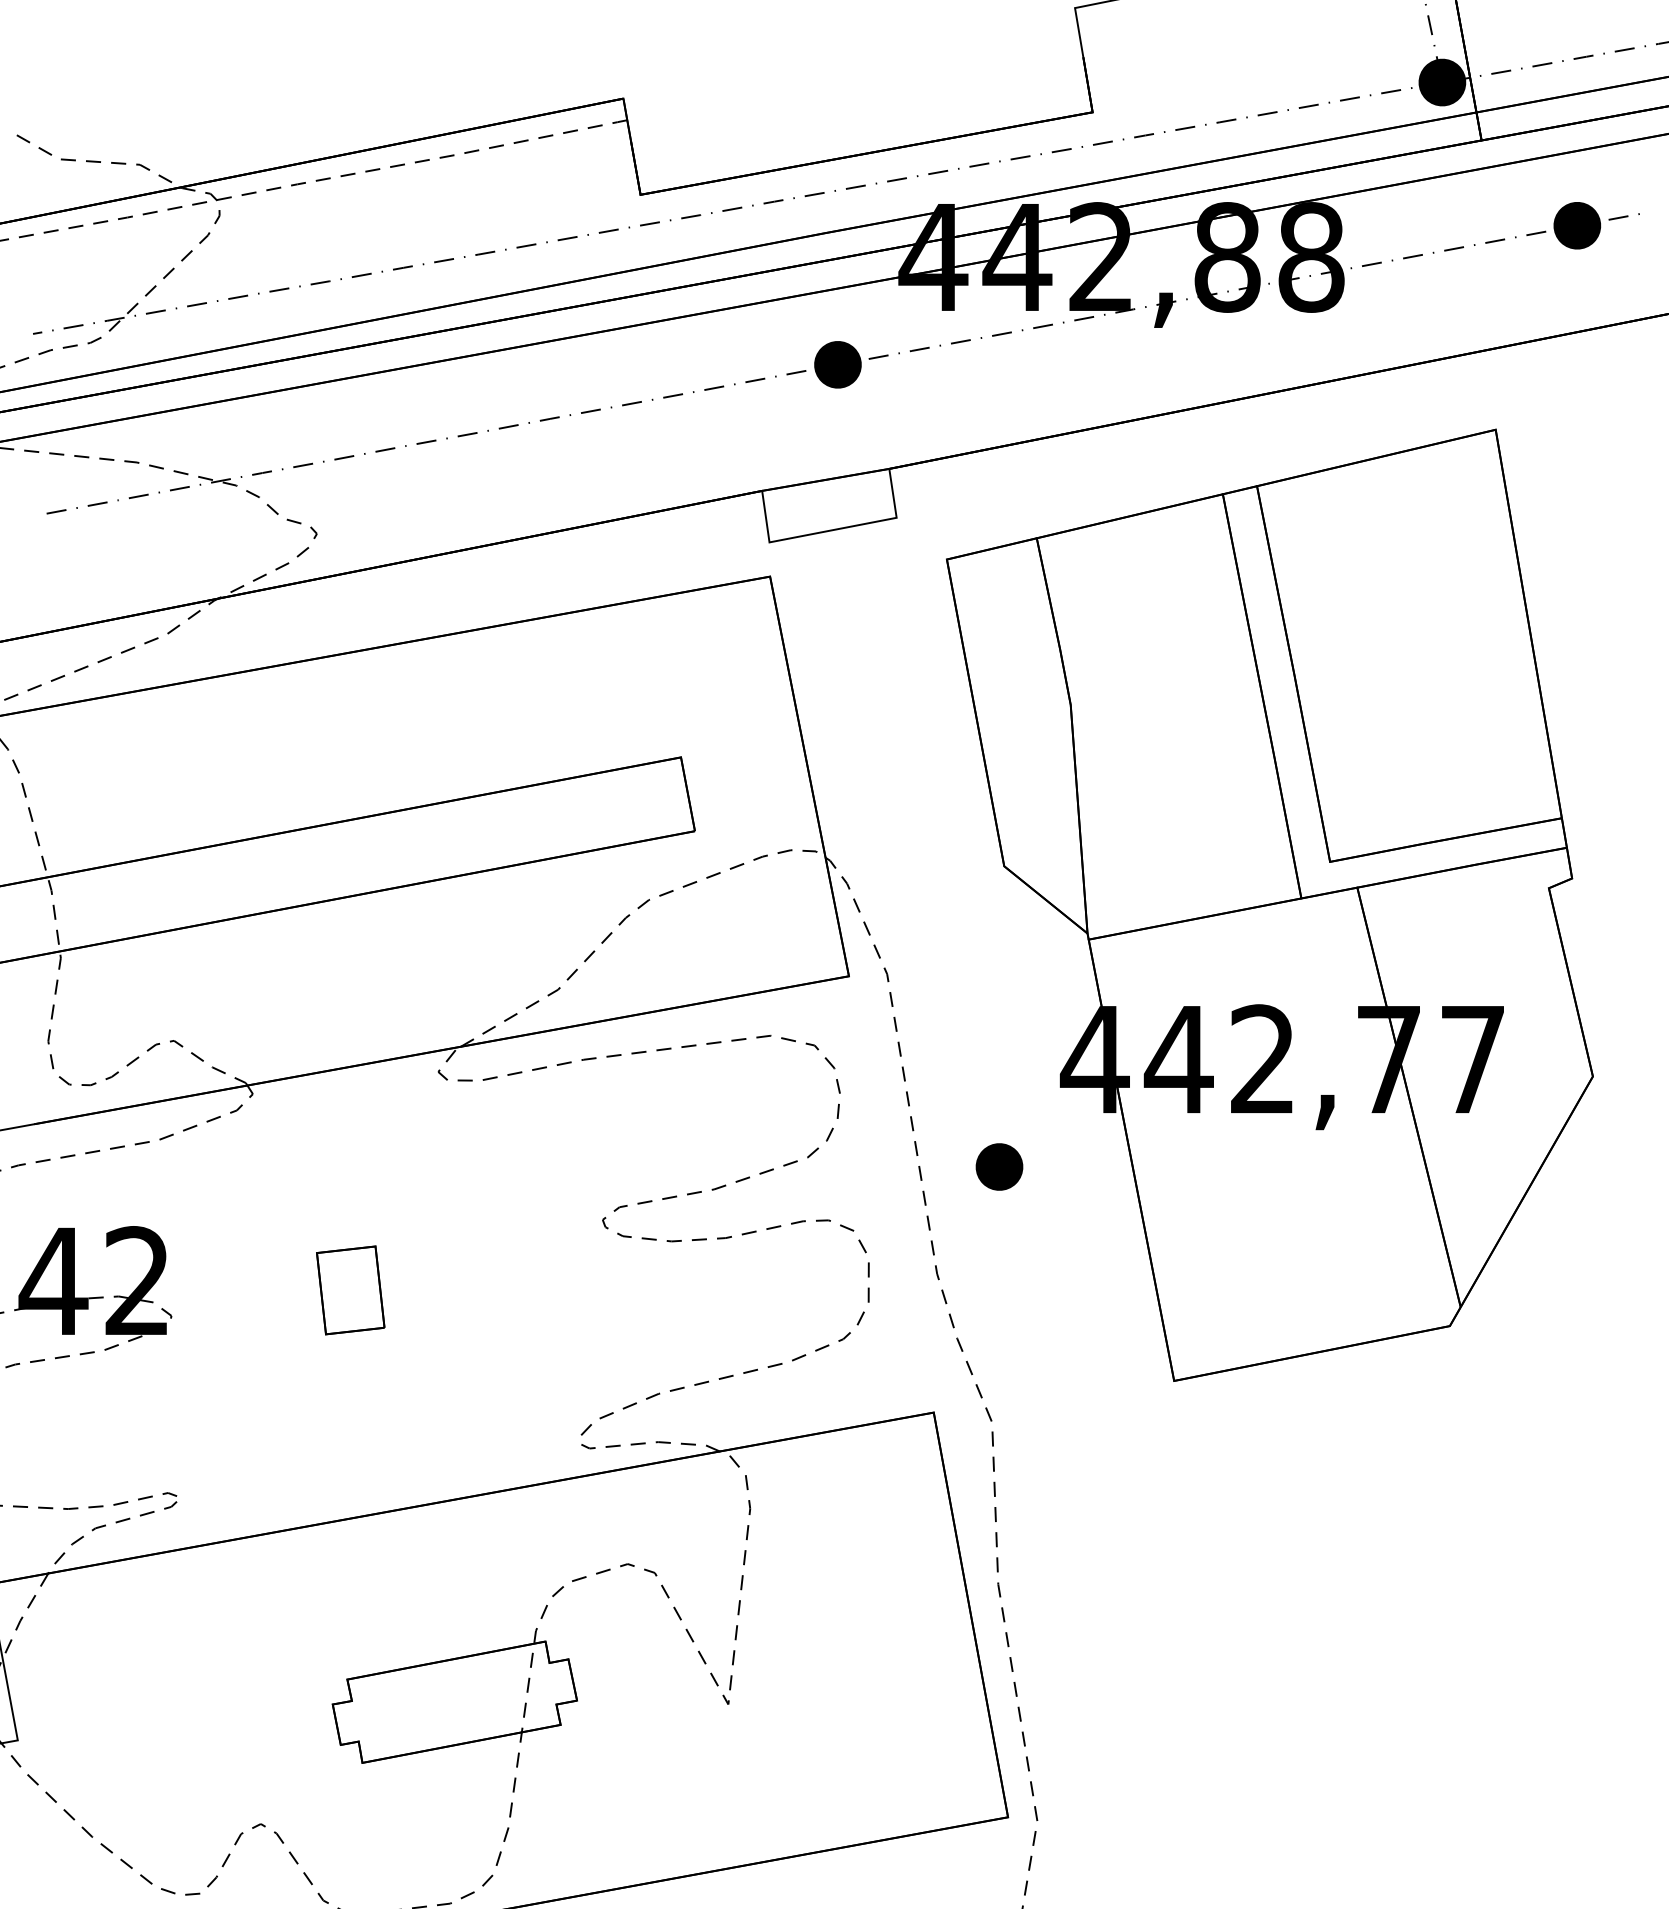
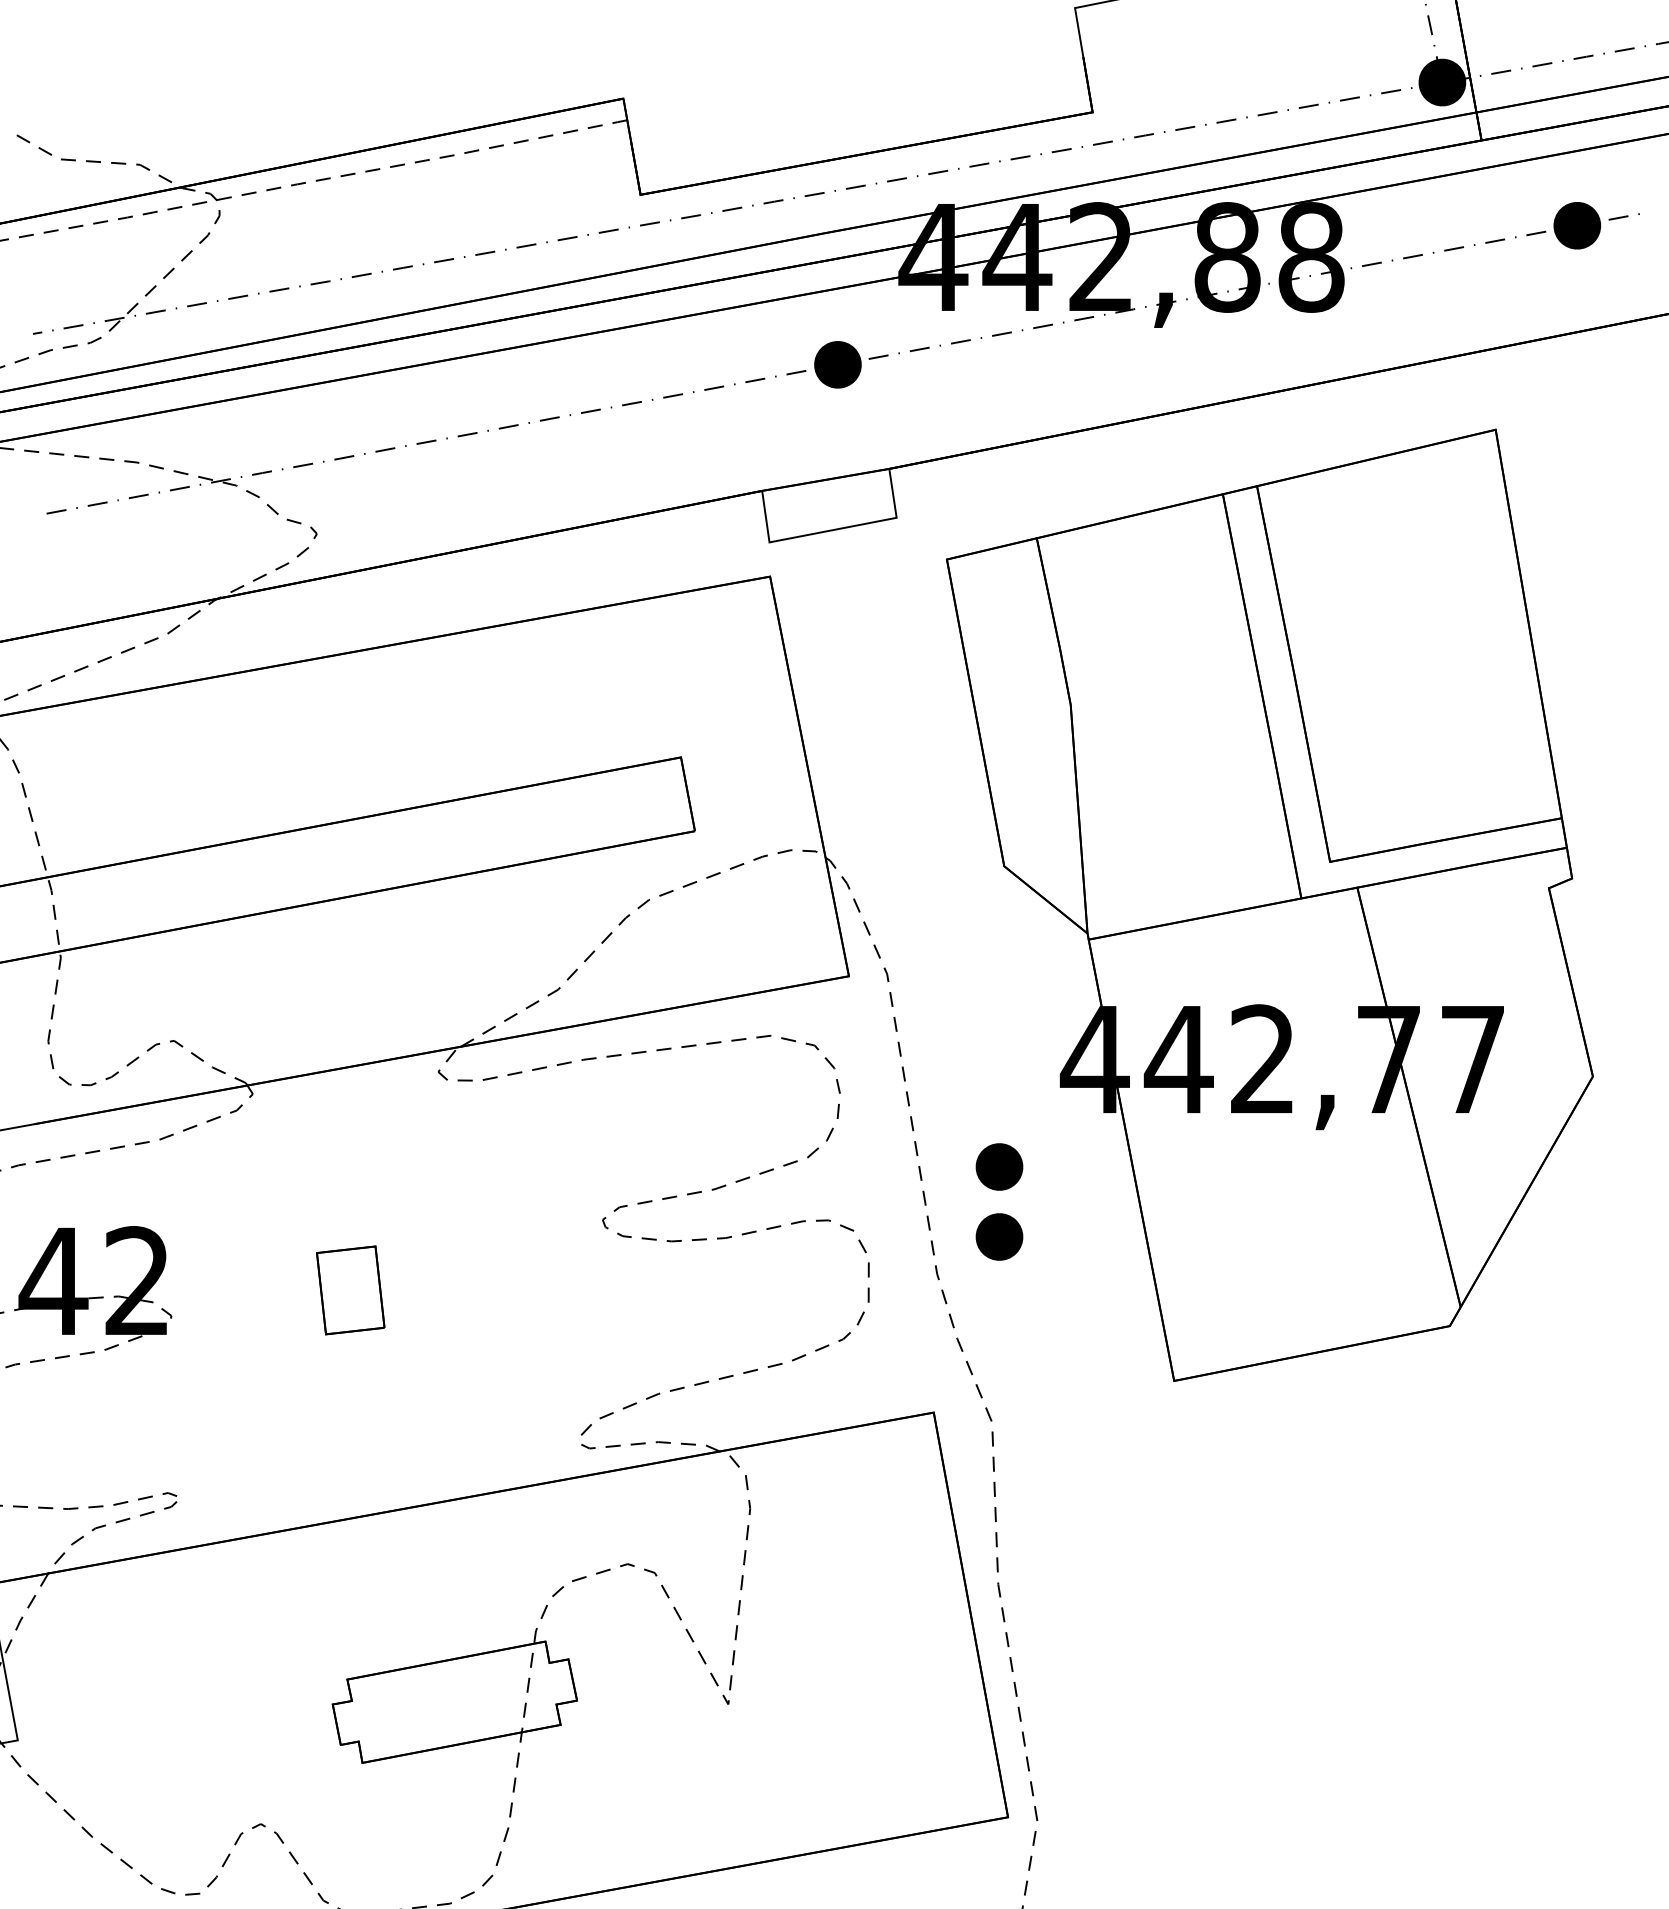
part at (999, 1236): none -> present
